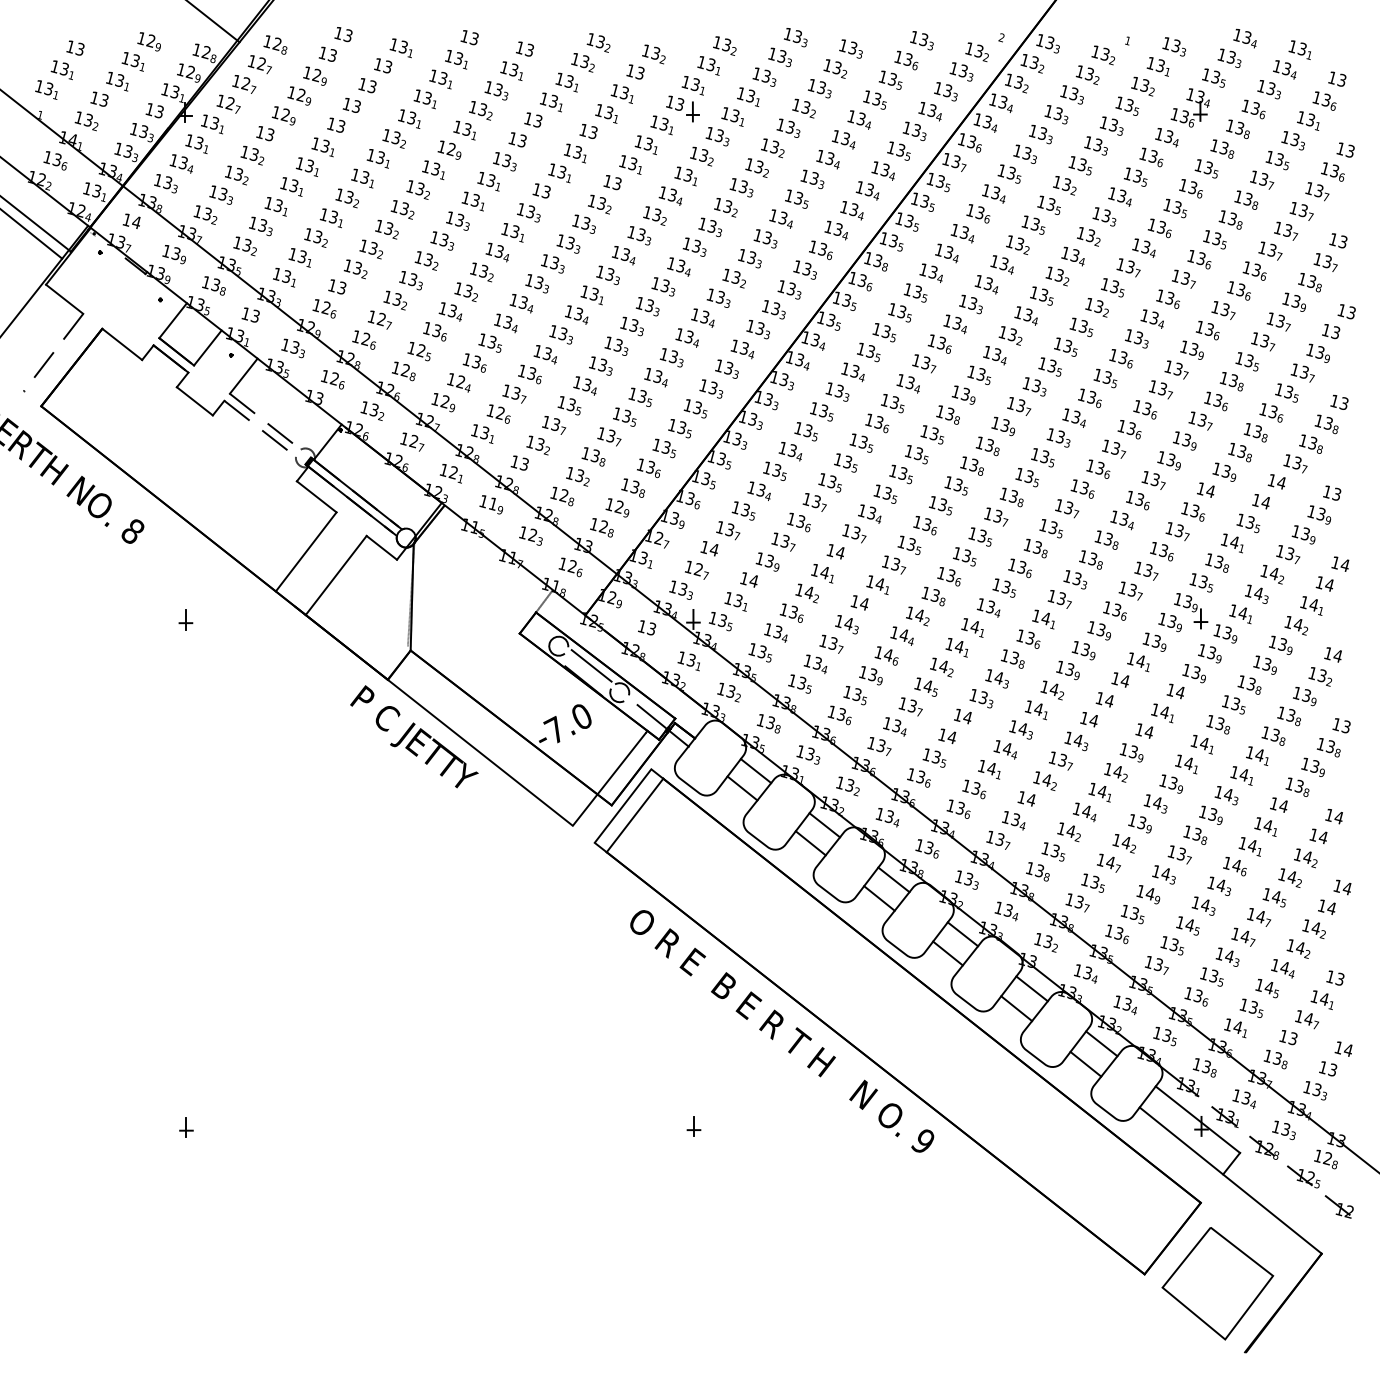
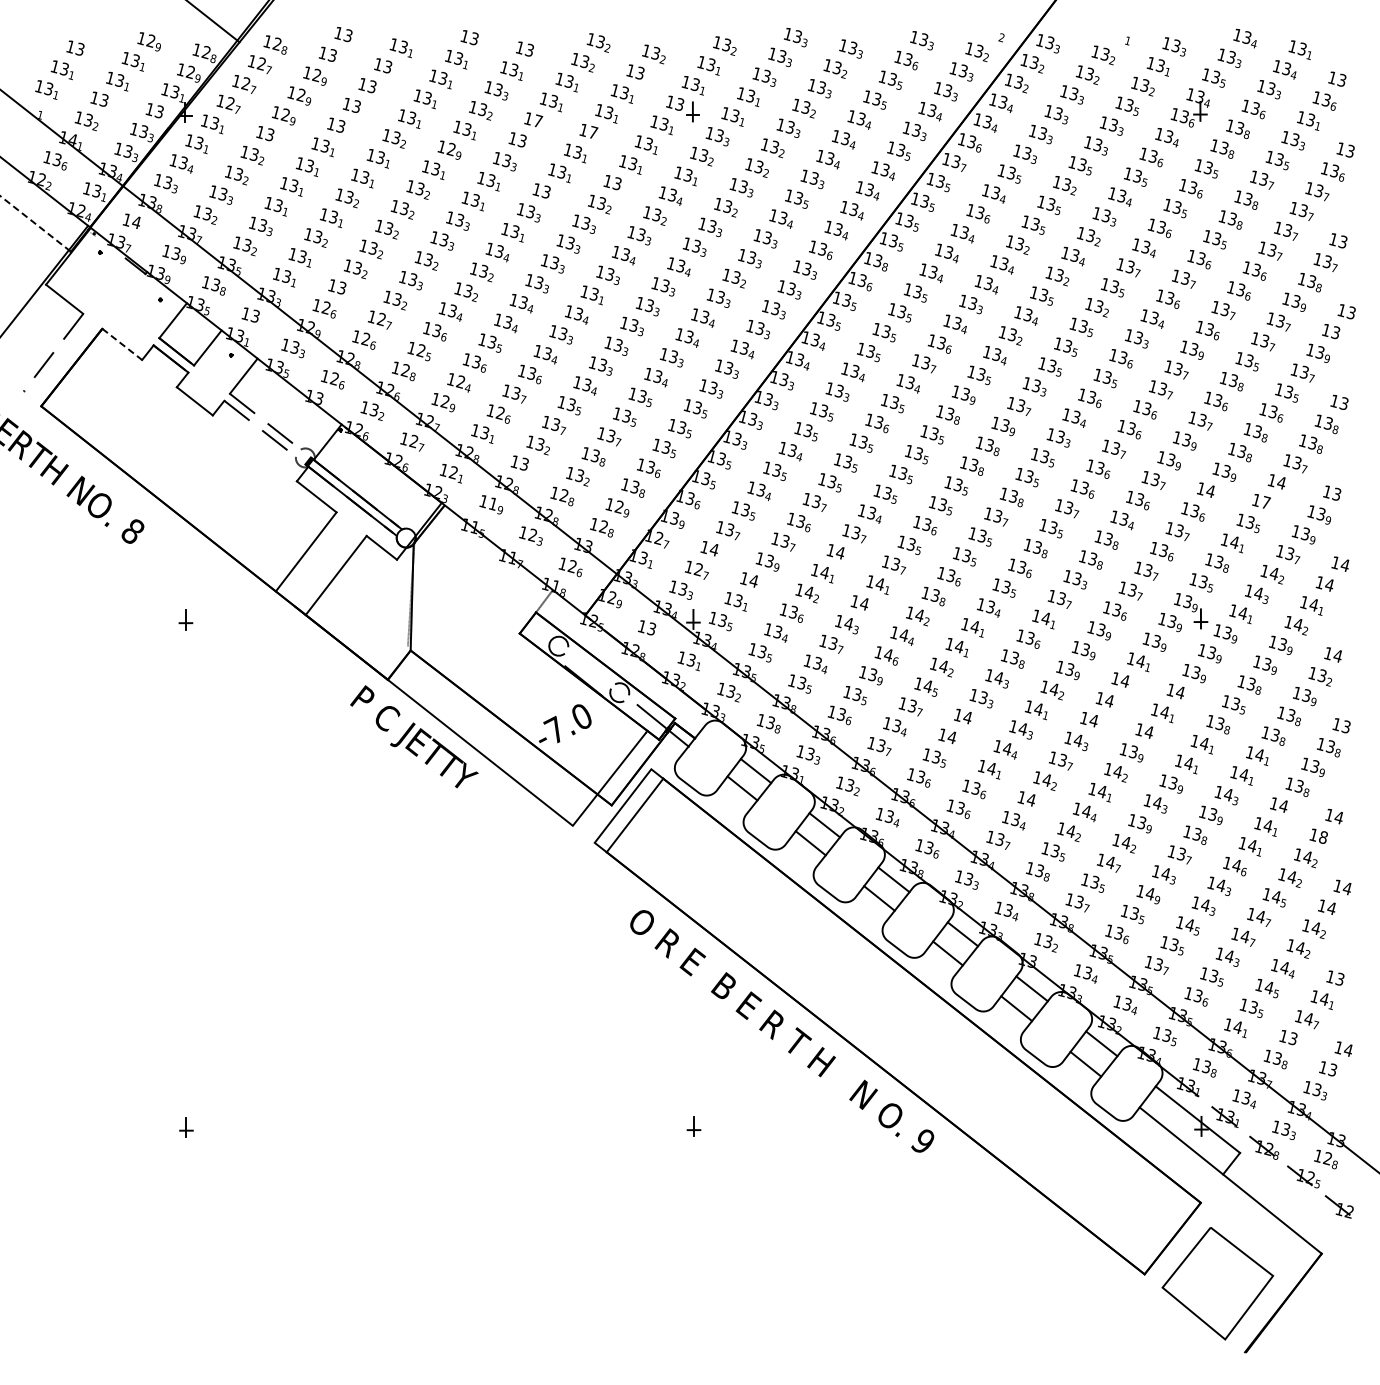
text at (538, 120): 13 -> 17
text at (593, 131): 13 -> 17
line at (35, 223): solid -> dashed
line at (32, 234): present -> none
line at (122, 344): solid -> dashed
text at (1265, 502): 14 -> 17
line at (591, 665): present -> none
text at (1322, 837): 14 -> 18
